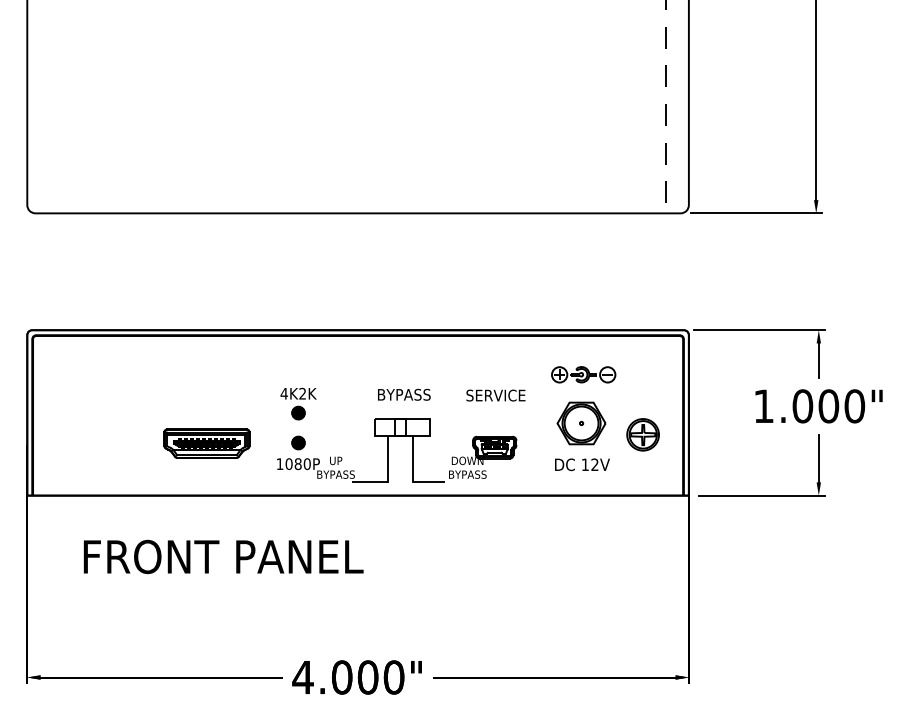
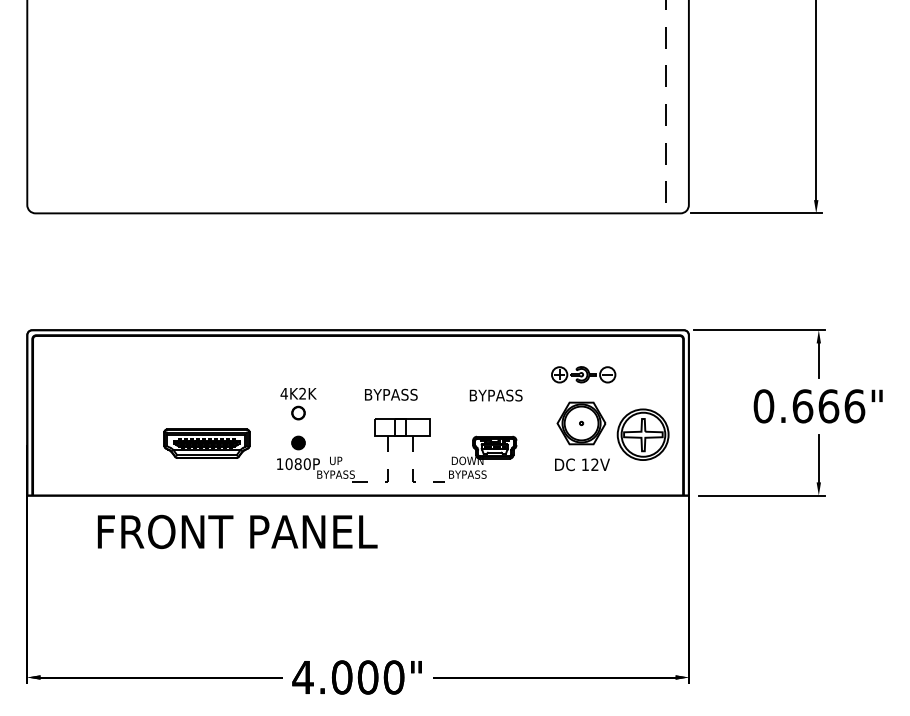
text at (404, 394) position: (404, 394) -> (391, 394)
text at (495, 395): SERVICE -> BYPASS
text at (809, 406): 1.000" -> 0.666"
fill at (298, 413): present -> none
part at (642, 434) size: 34x34 px -> 54x53 px
line at (412, 475): solid -> dashed
line at (388, 477): solid -> dashed
text at (223, 556) position: (223, 556) -> (237, 531)
